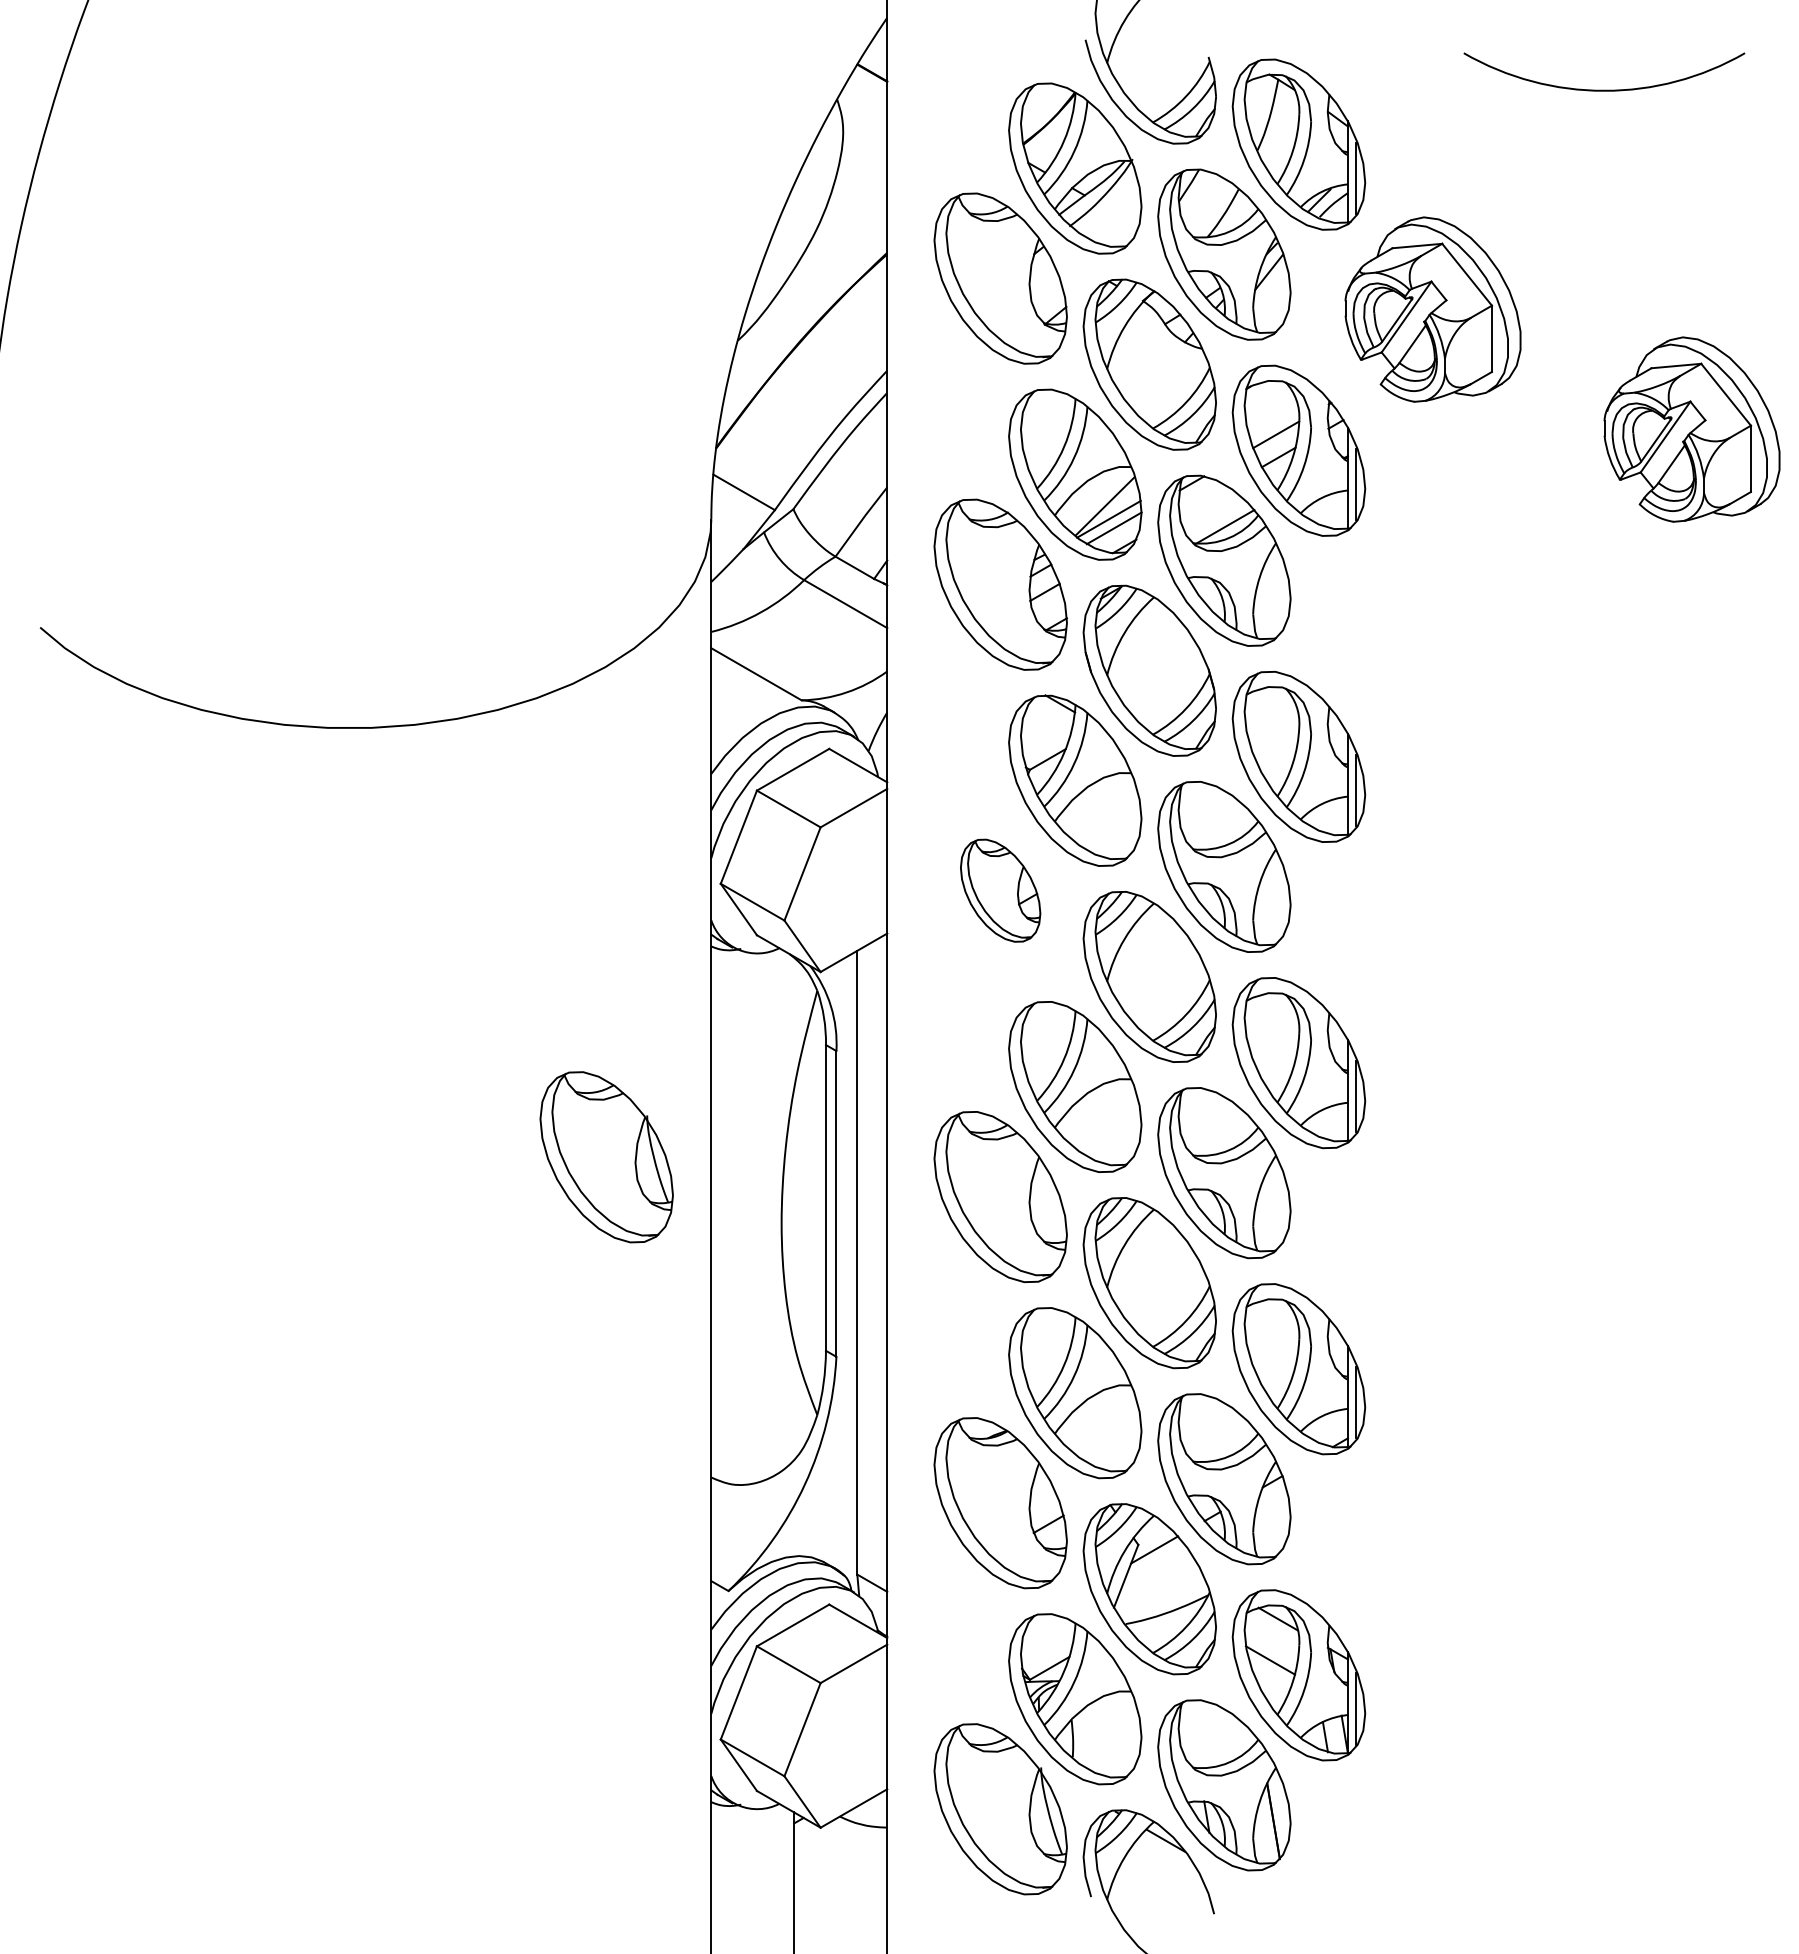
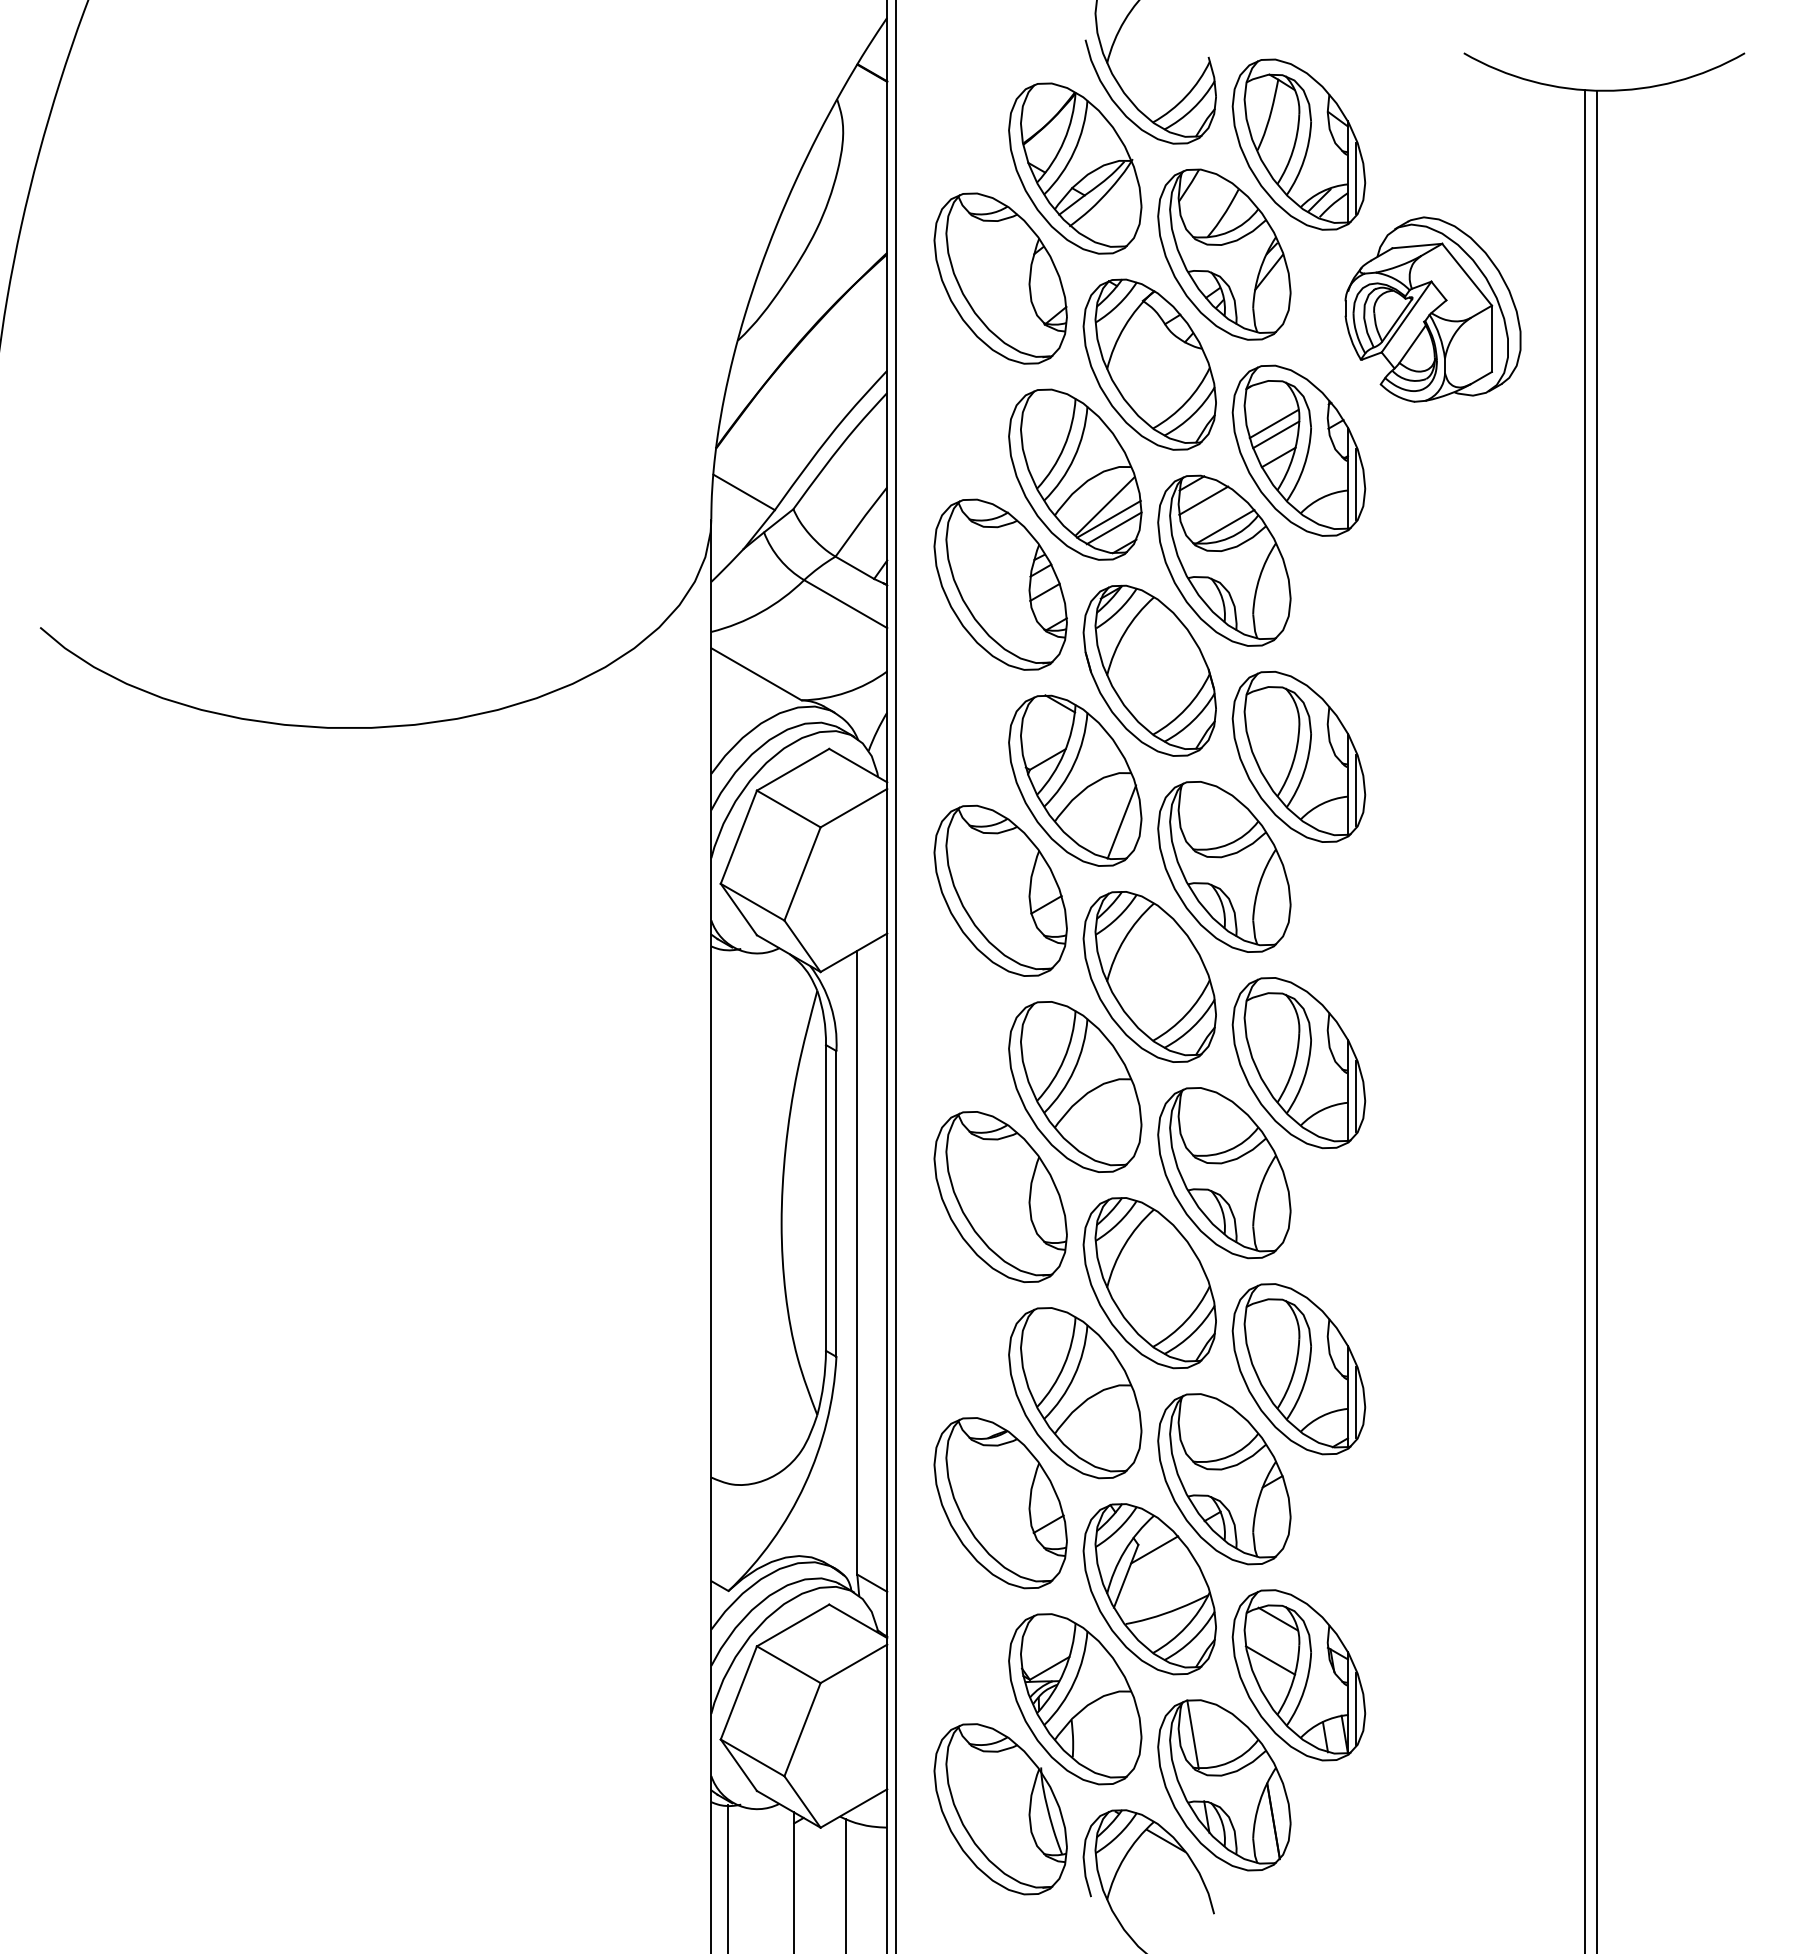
line at (1273, 423): none -> present
part at (1691, 429): present -> none
line at (1203, 500): none -> present
line at (1121, 821): none -> present
part at (1000, 890) size: 82x105 px -> 135x173 px
line at (895, 976): none -> present
line at (1585, 1020): none -> present
line at (1597, 1020): none -> present
part at (606, 1157): present -> none
line at (1192, 1734): none -> present
line at (727, 1877): none -> present
line at (846, 1884): none -> present
